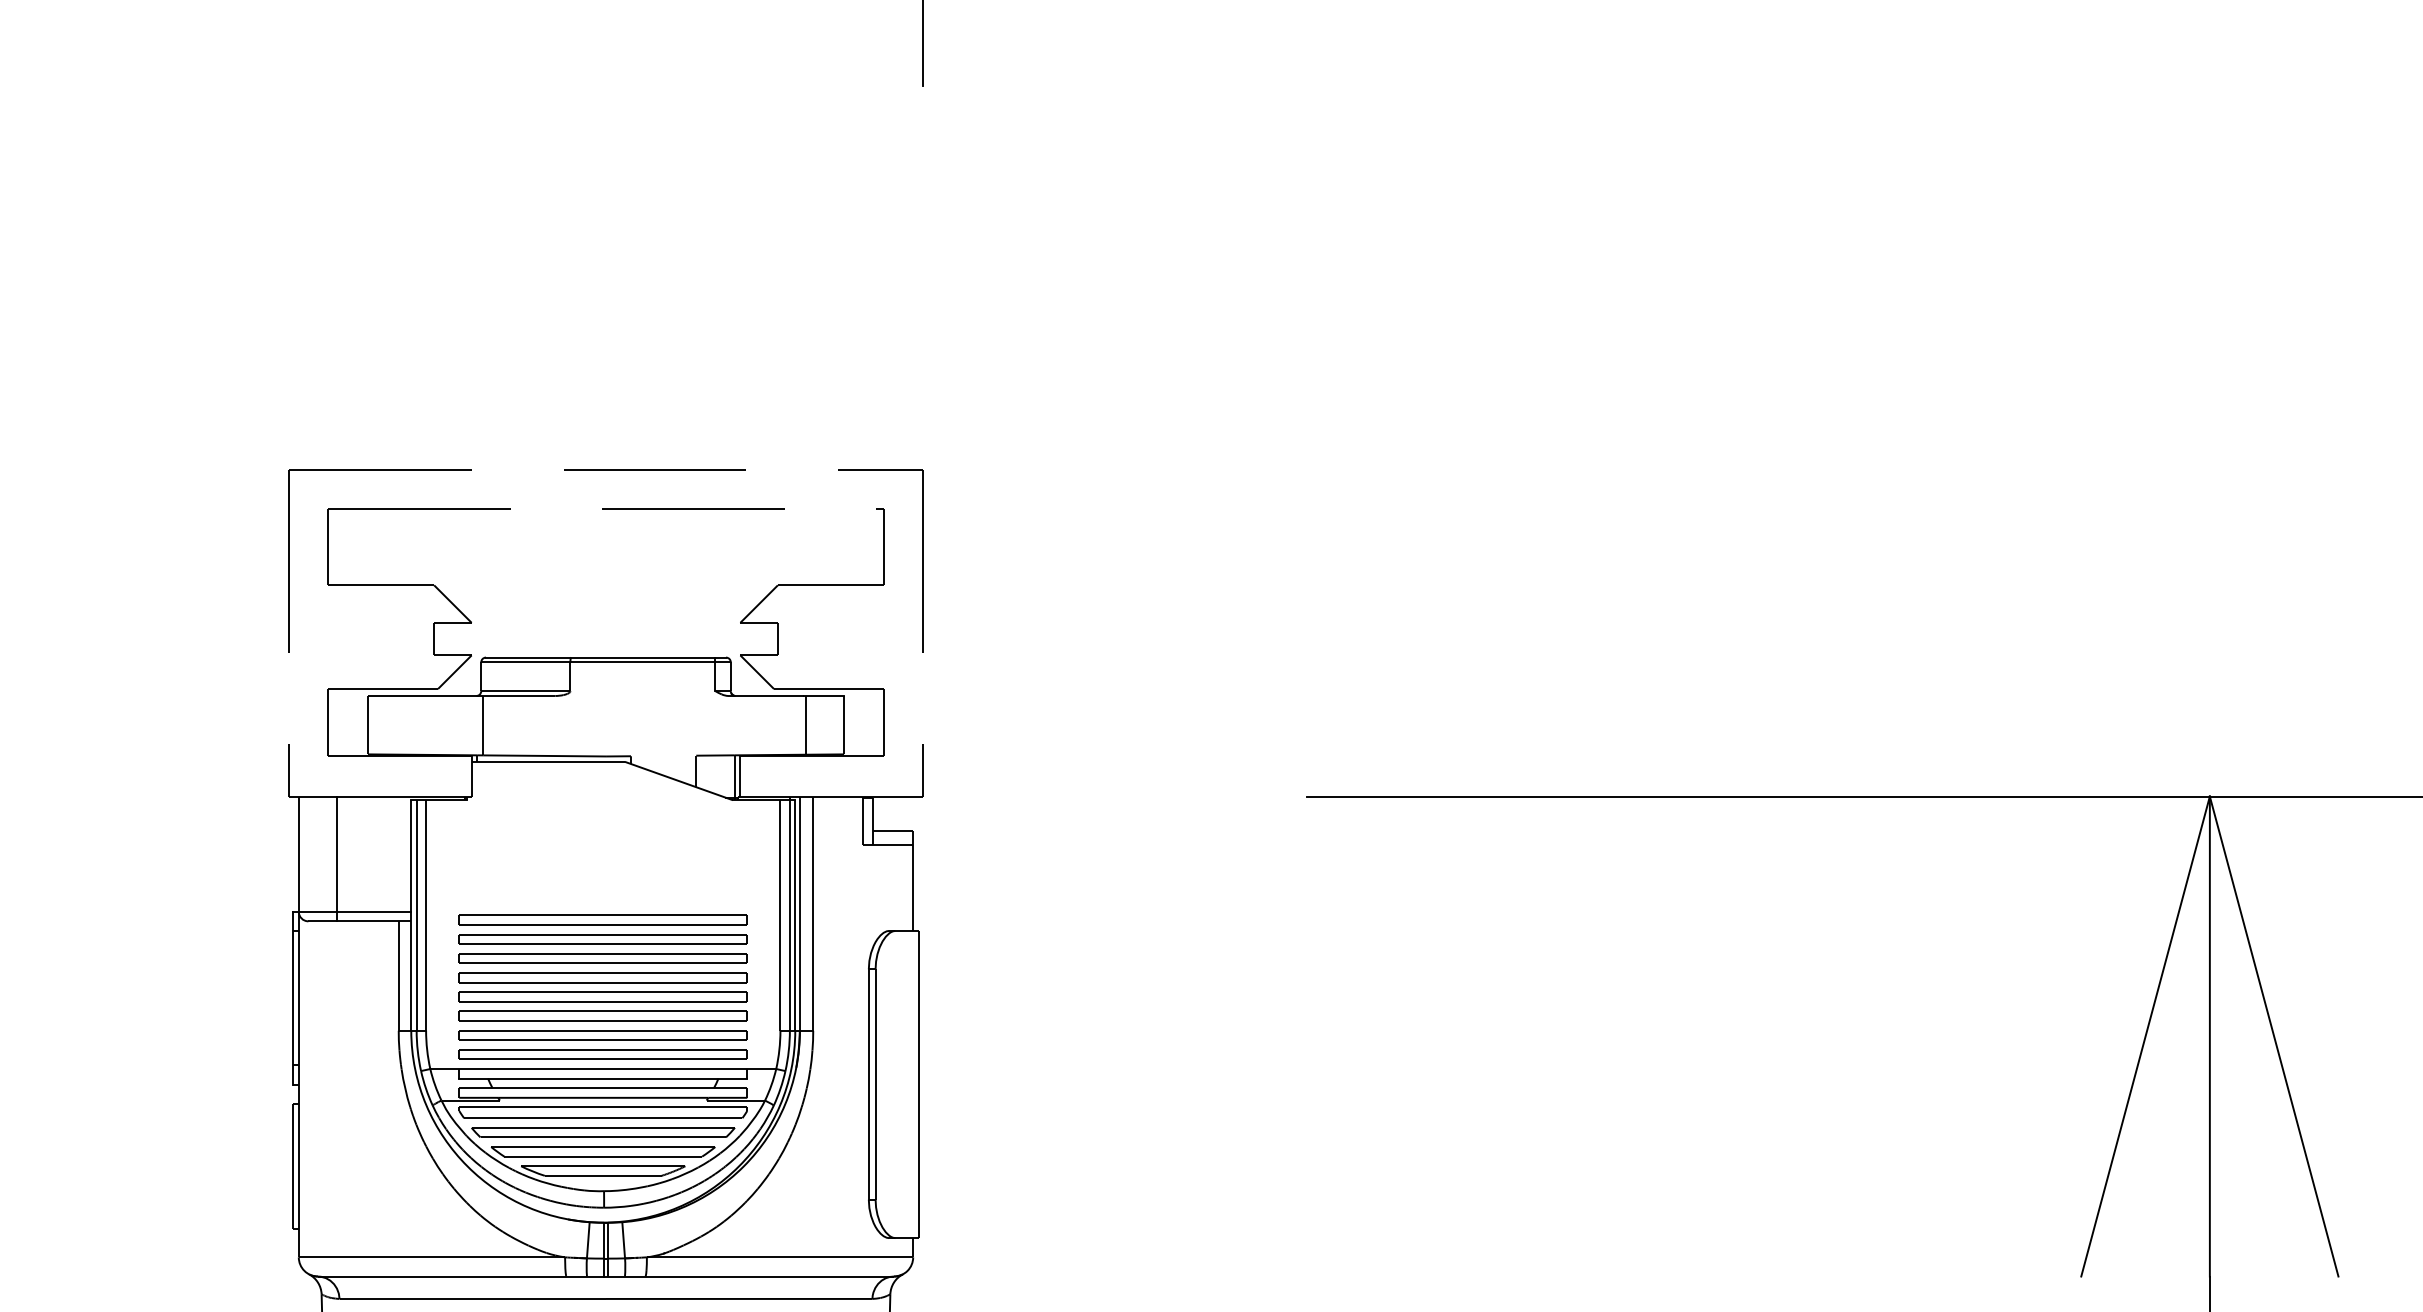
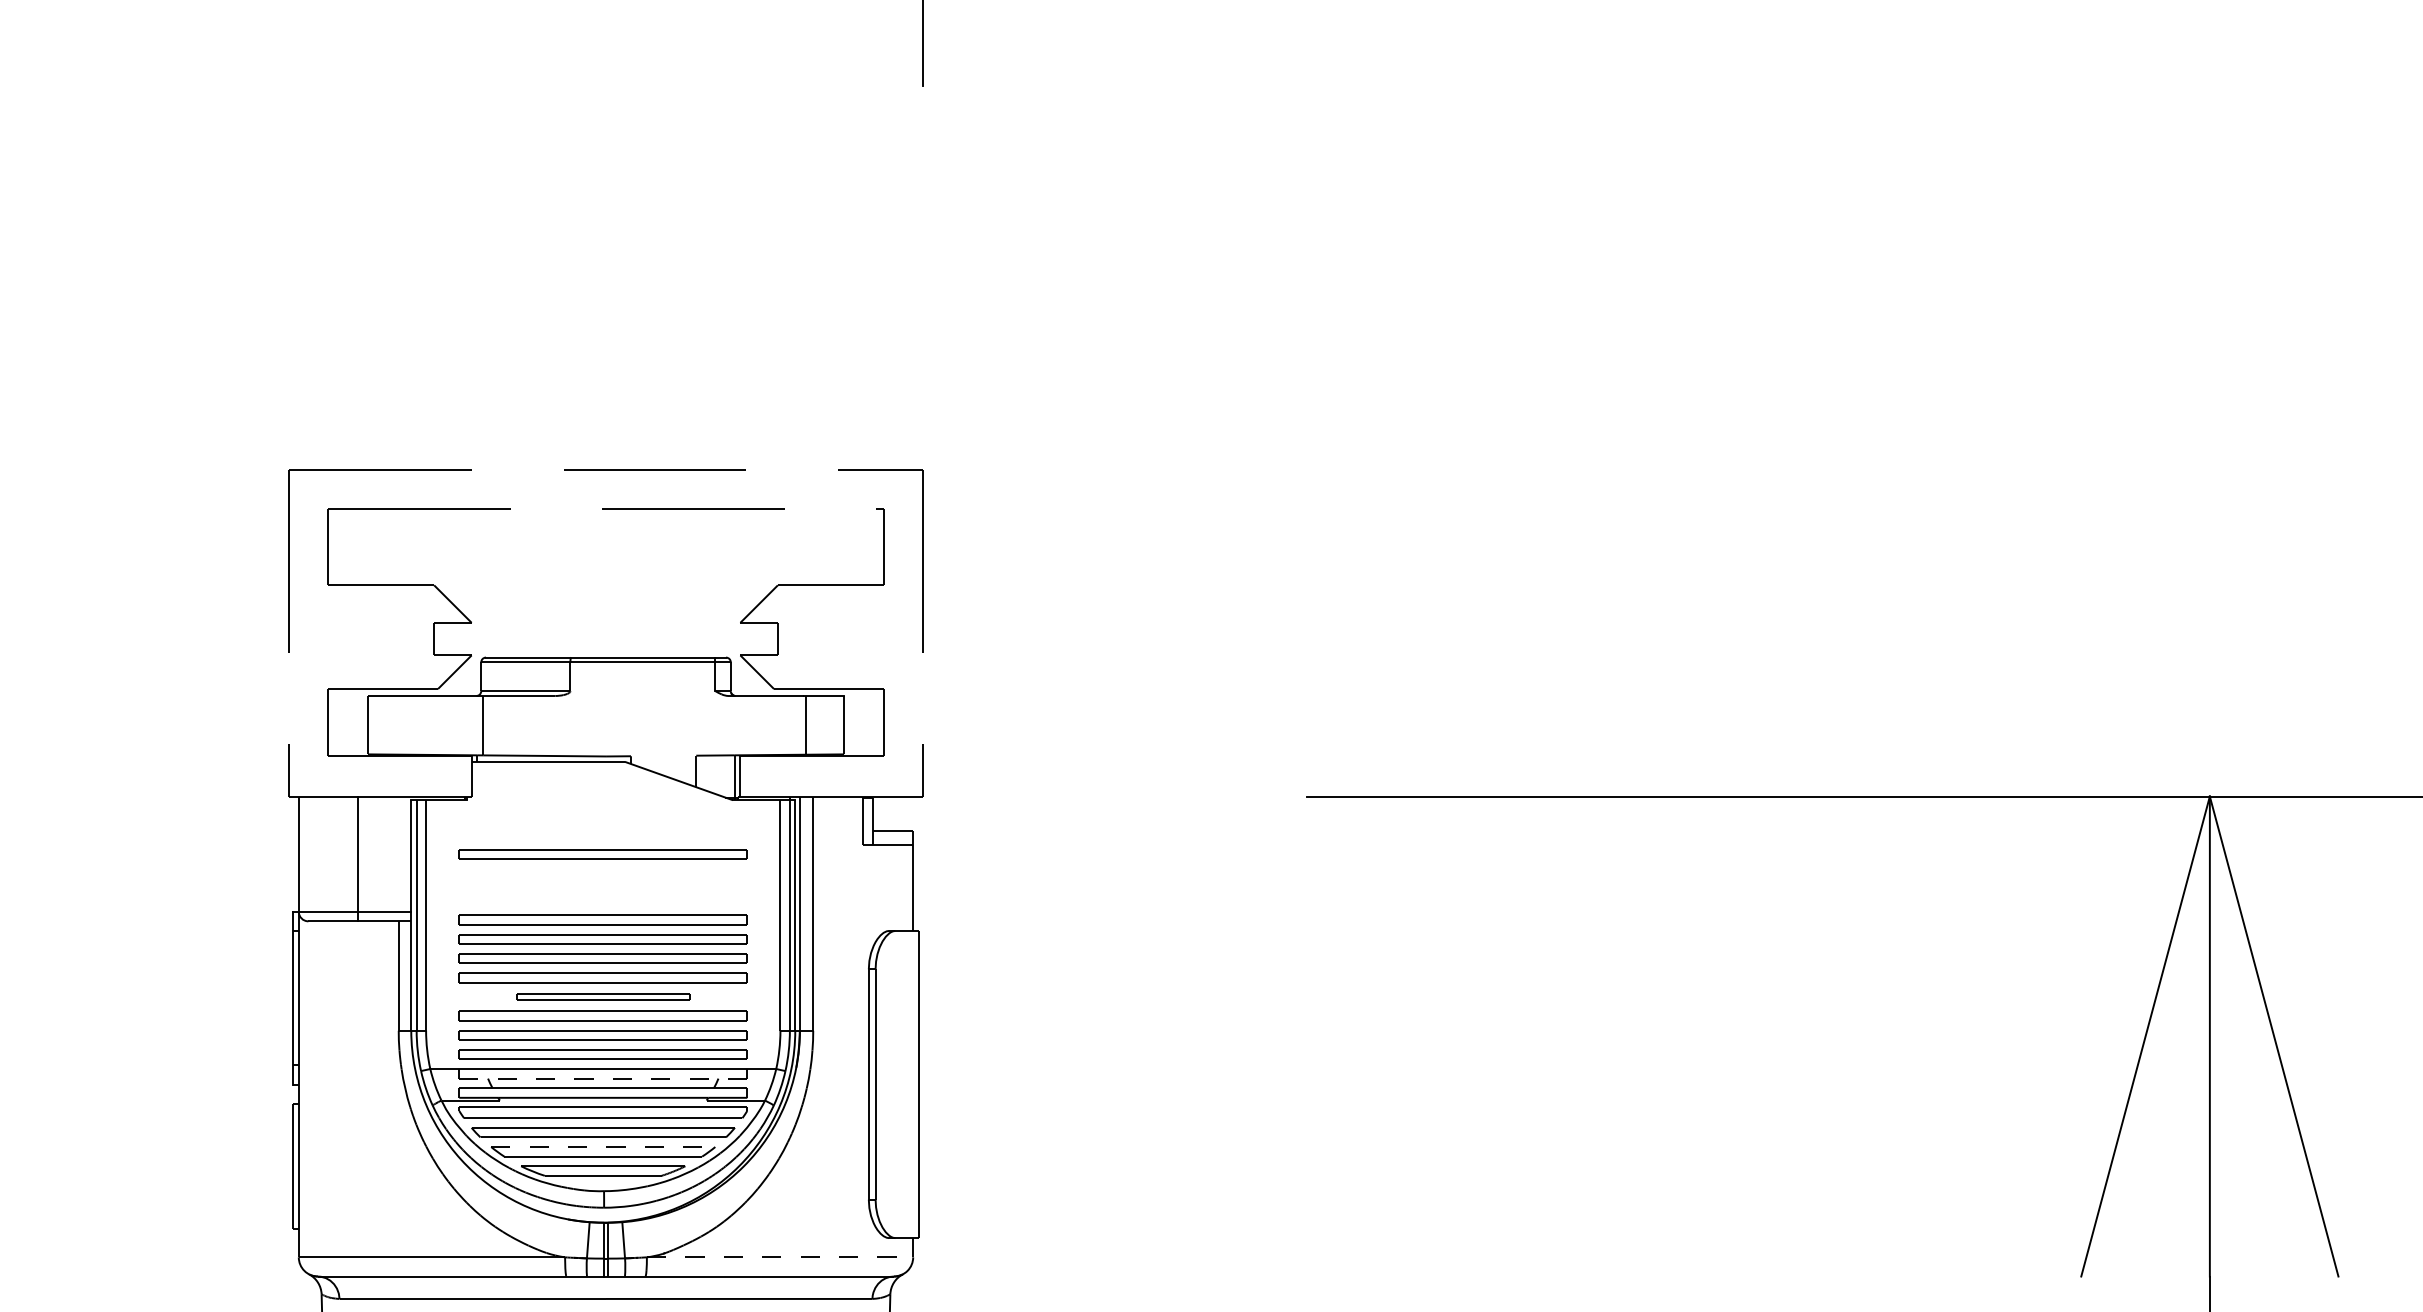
part at (602, 854): none -> present
line at (337, 858) position: (337, 858) -> (358, 858)
part at (602, 996) size: 290x12 px -> 175x8 px
line at (603, 1078): solid -> dashed
line at (603, 1147): solid -> dashed
line at (780, 1257): solid -> dashed
